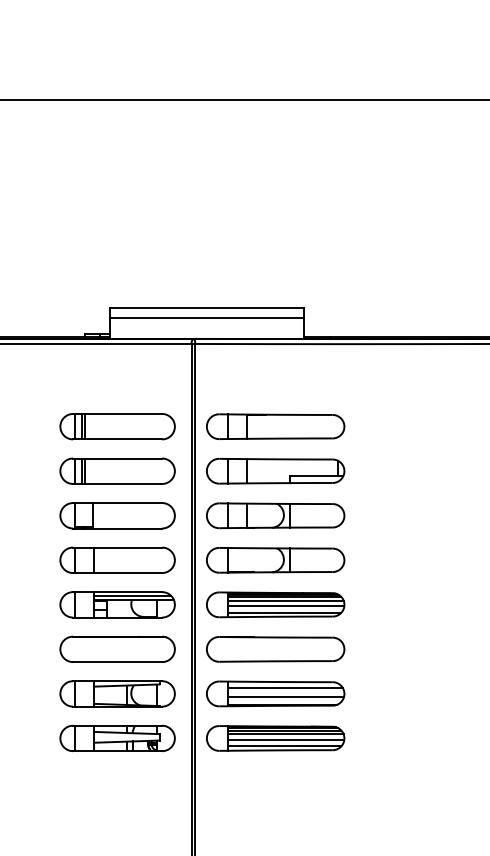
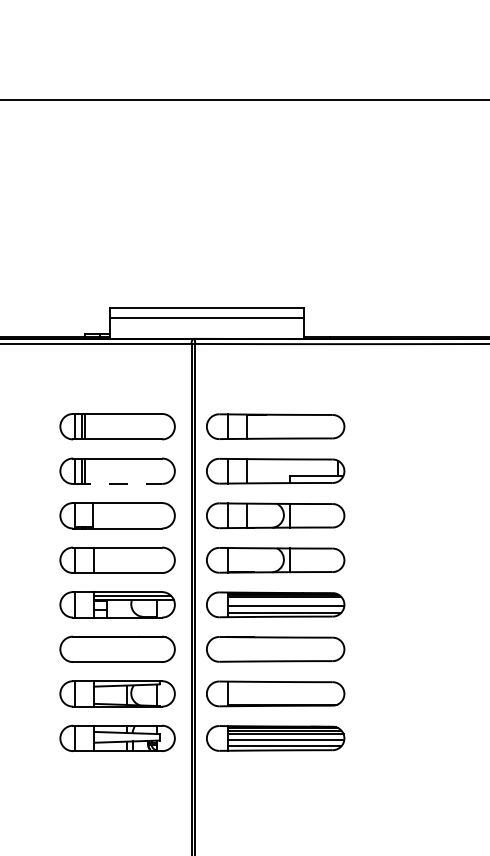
line at (117, 483): solid -> dashed
line at (285, 600): present -> none
line at (284, 688): present -> none
line at (285, 697): present -> none
